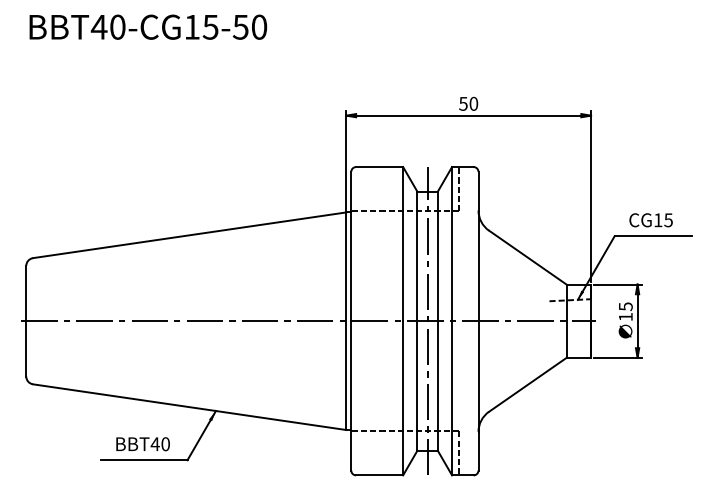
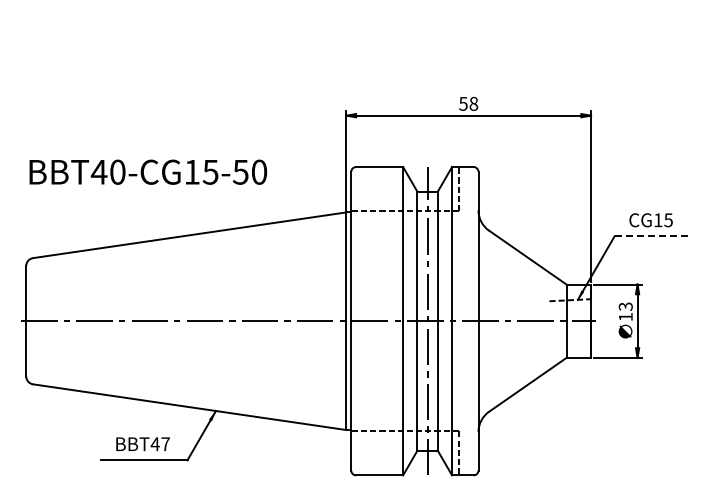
text at (148, 26) position: (148, 26) -> (148, 171)
text at (473, 103): 50 -> 58
line at (653, 236): solid -> dashed
text at (625, 306): 15 -> 13
text at (165, 444): BBT40 -> BBT47
